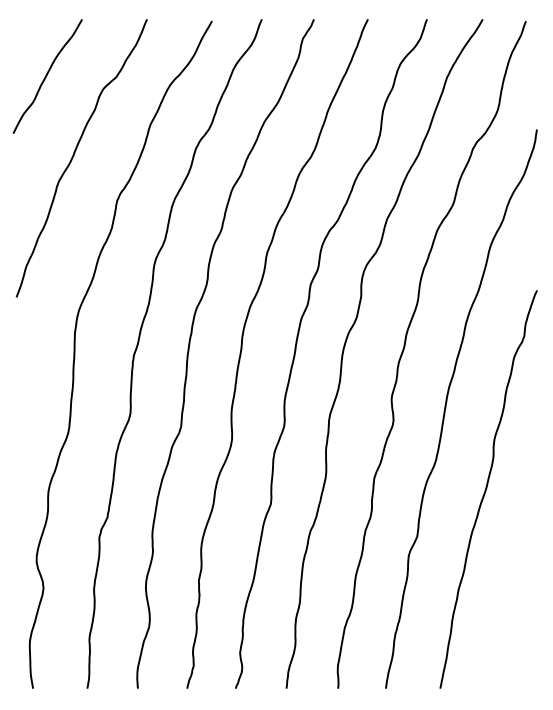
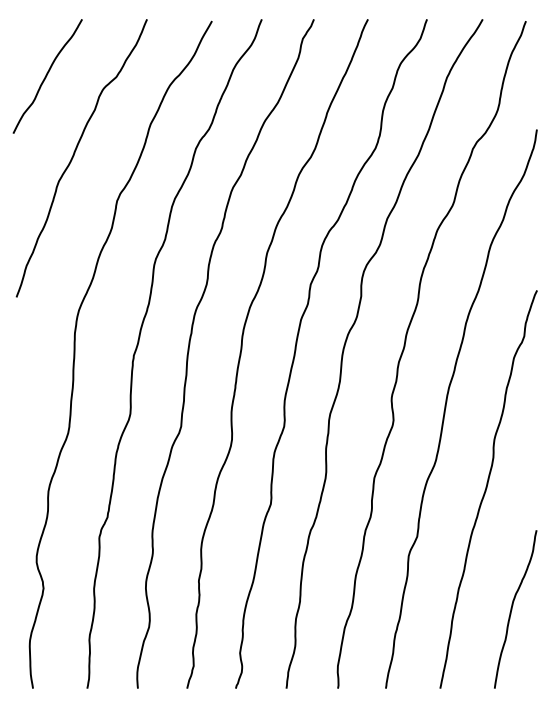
curve at (512, 609): none -> present
